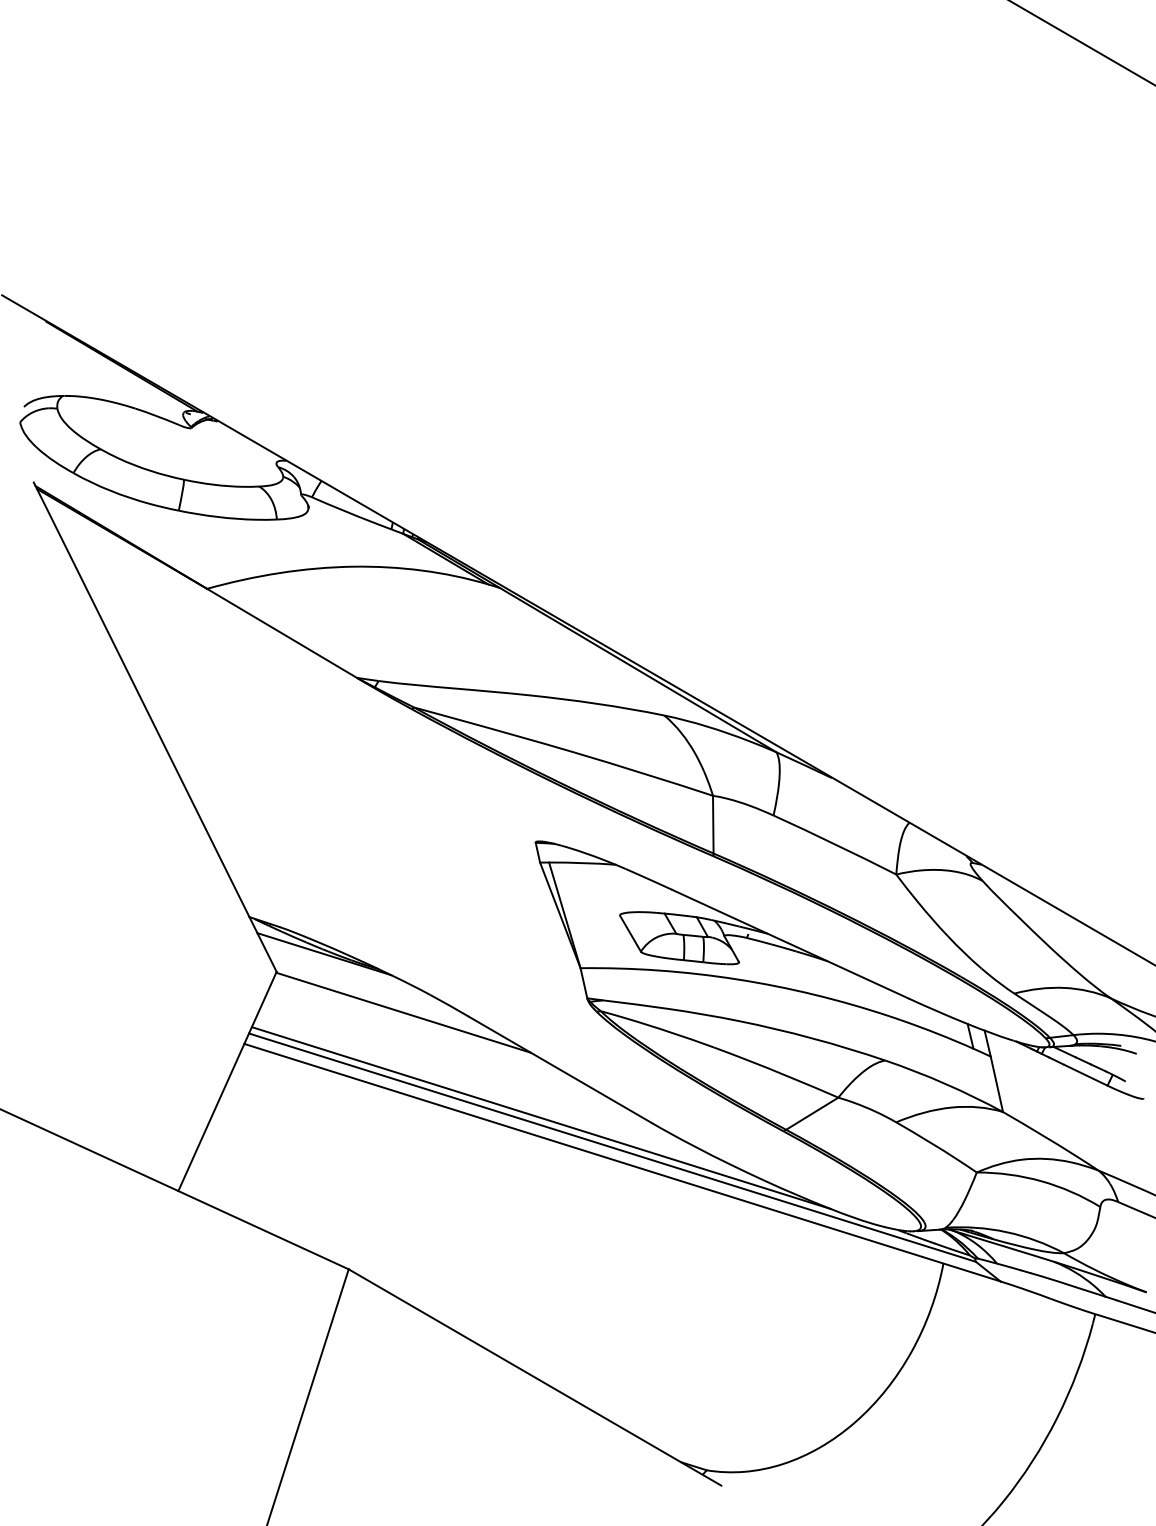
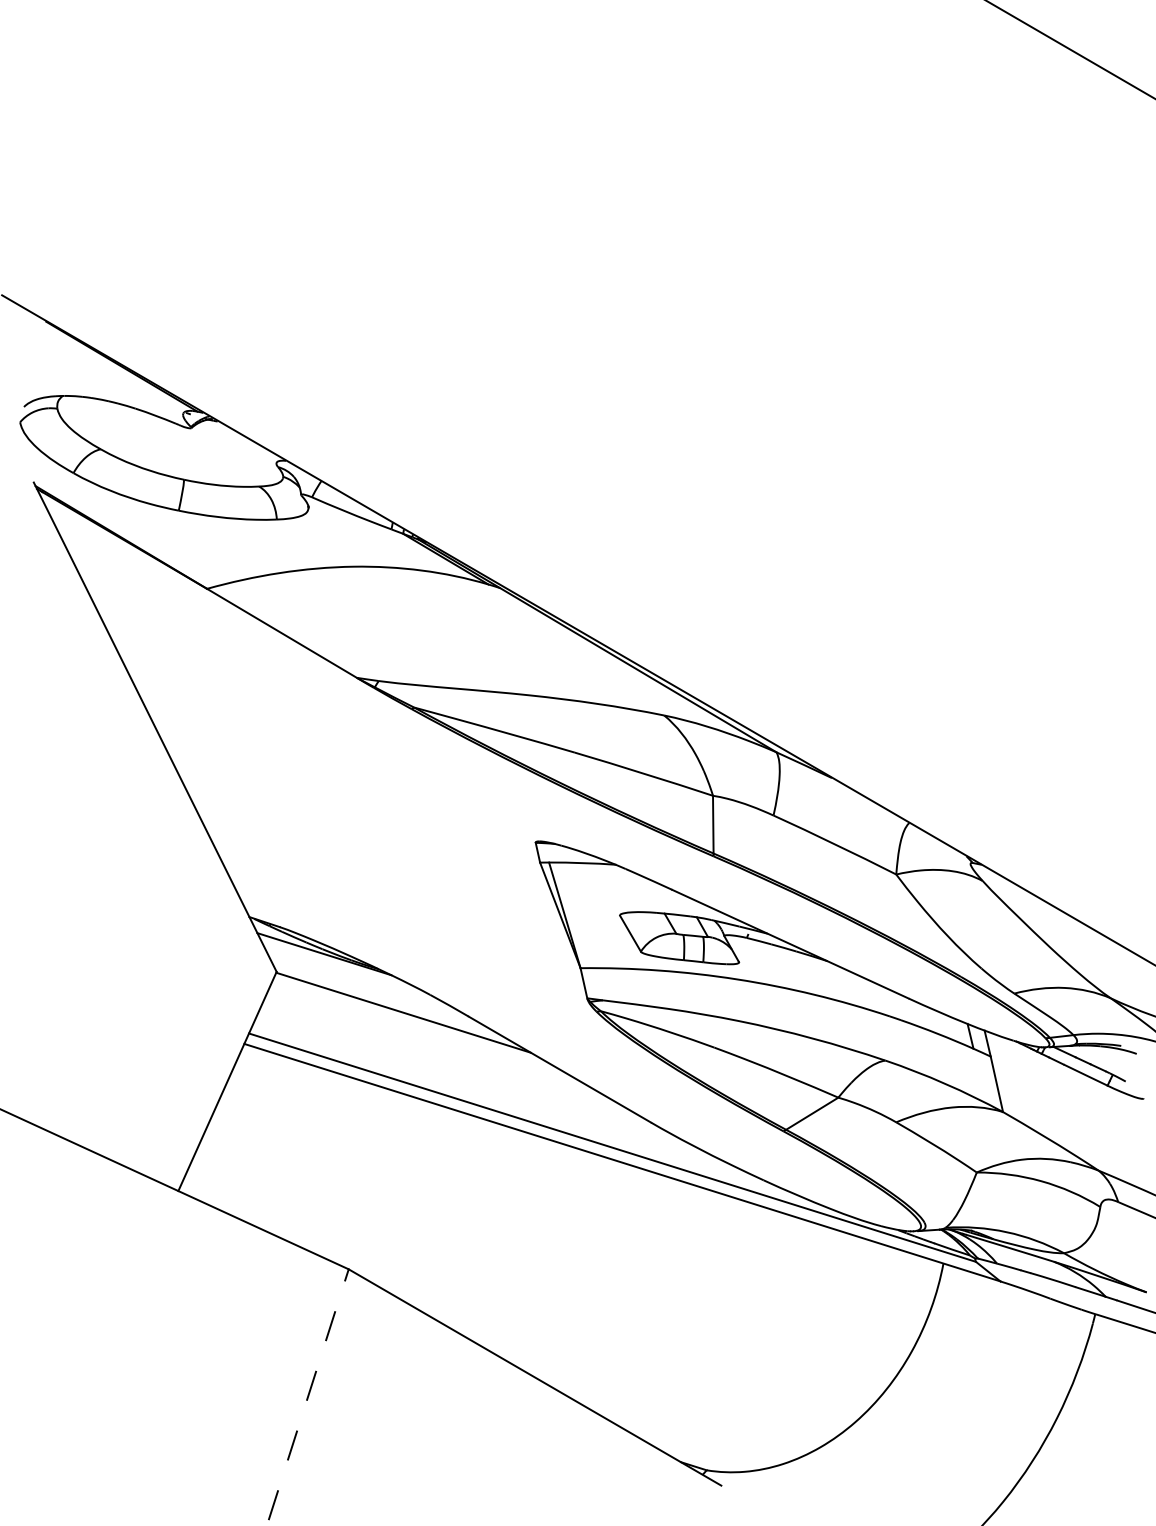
line at (1081, 43) position: (1081, 43) -> (1070, 49)
line at (540, 1117): present -> none
line at (308, 1396): solid -> dashed
